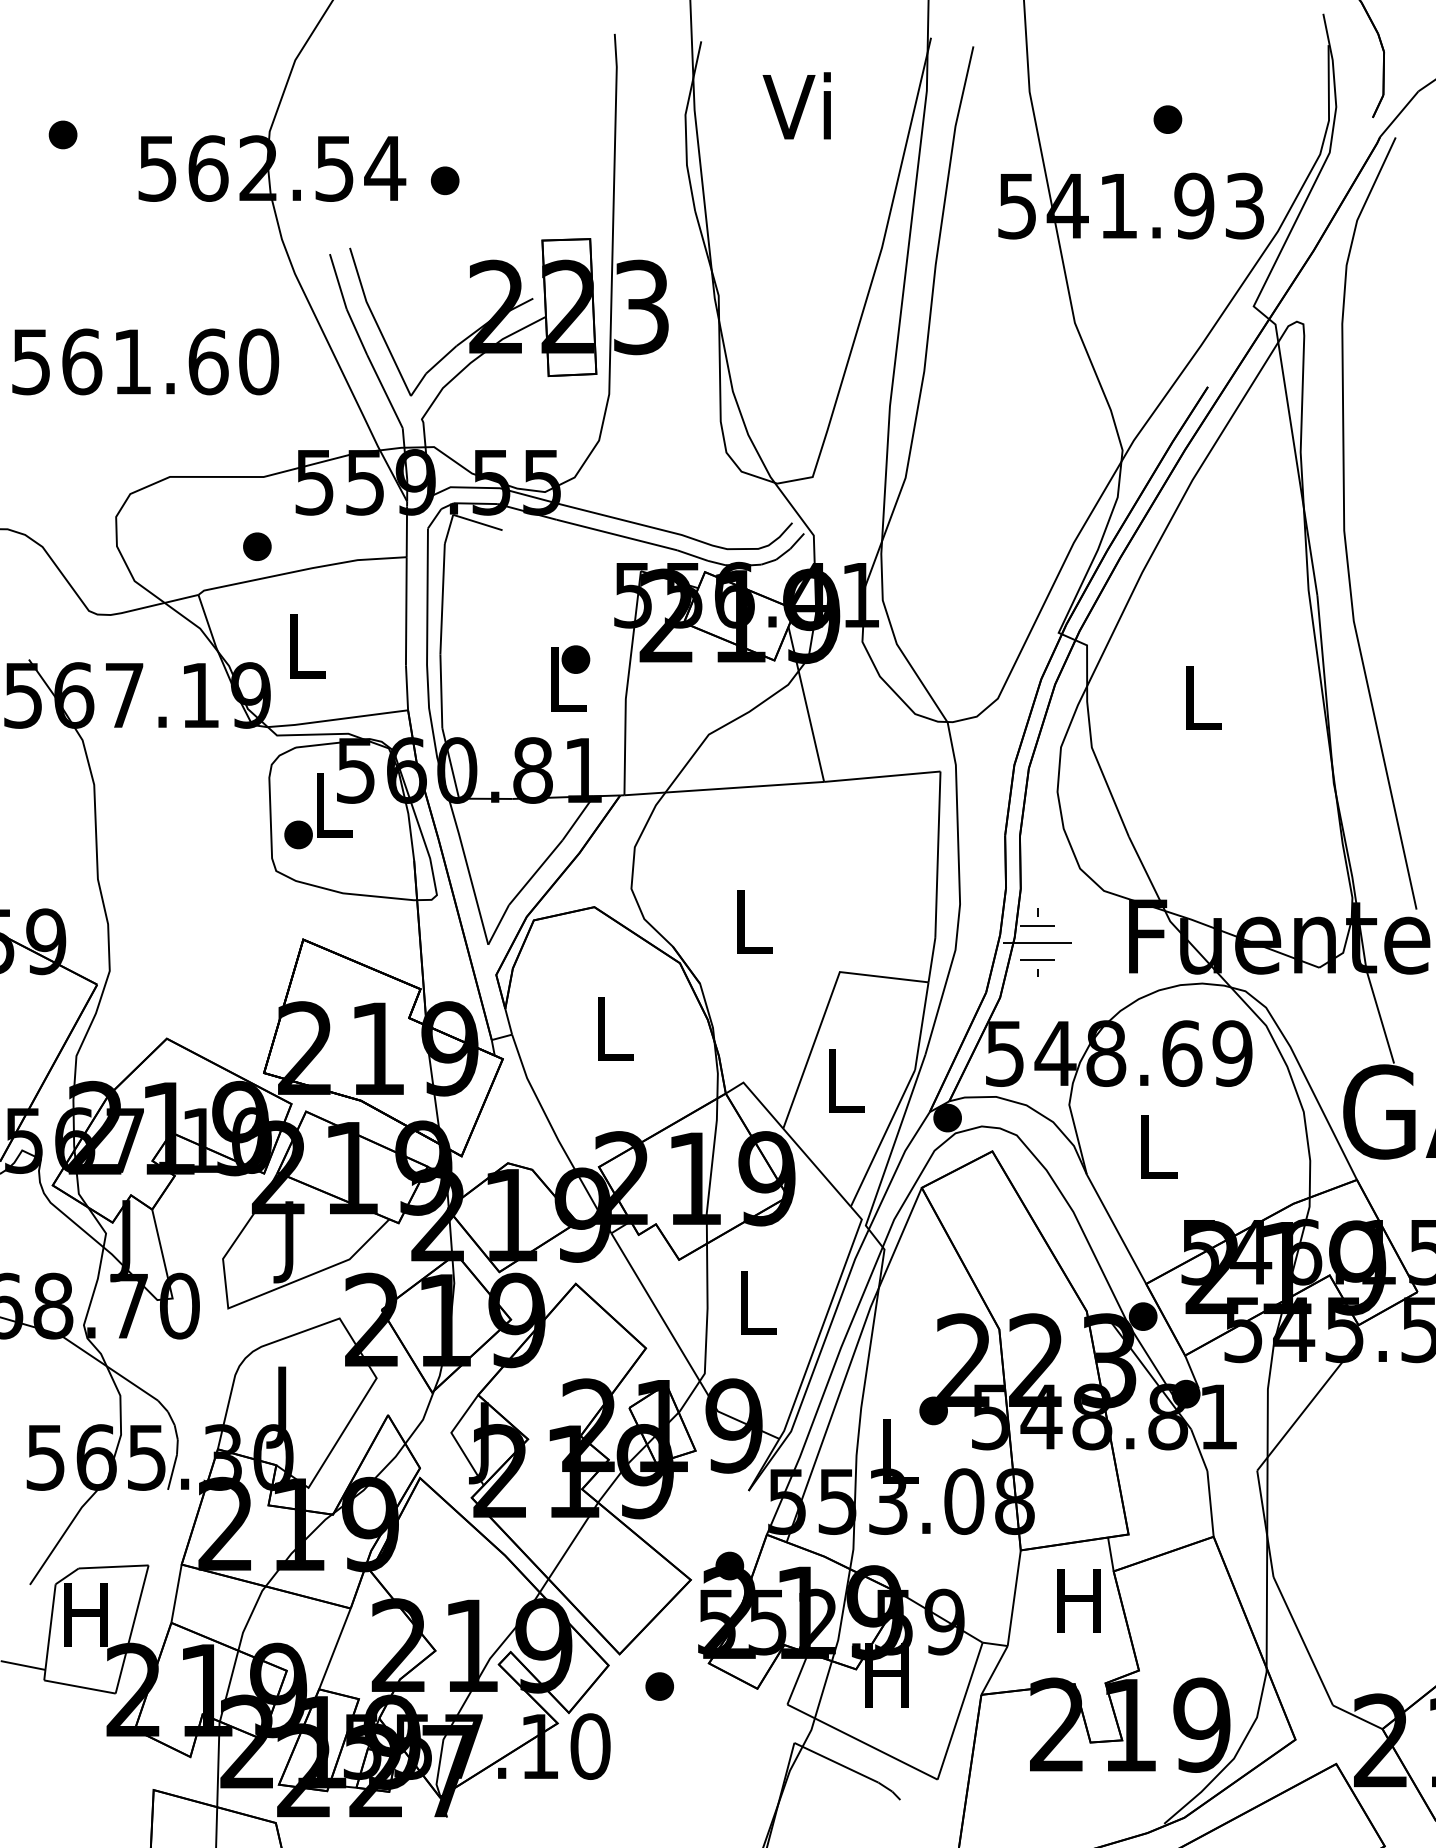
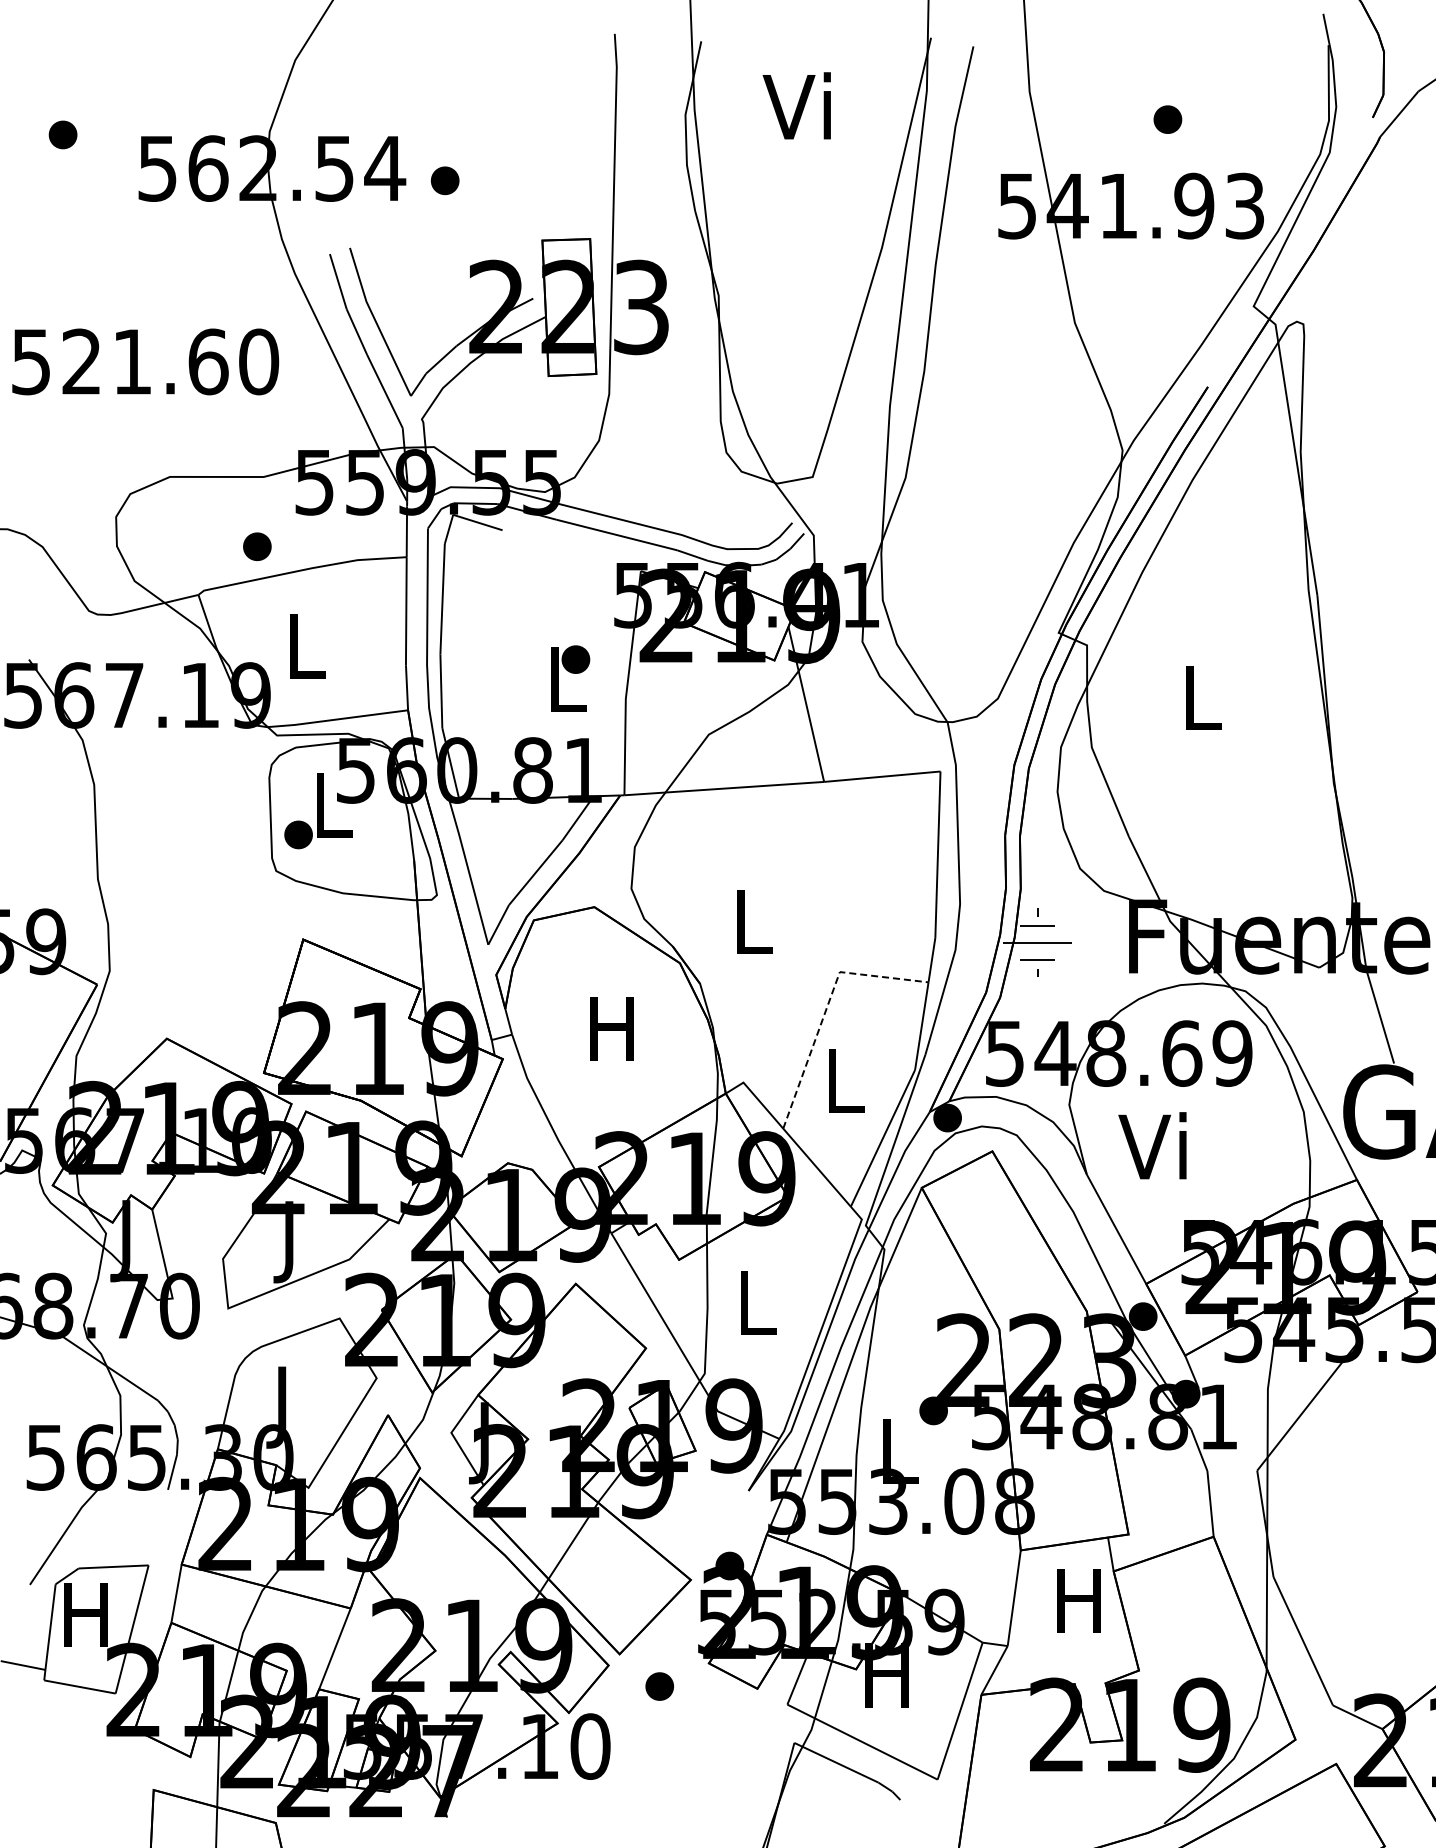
text at (82, 361): 561.60 -> 521.60
curve at (1345, 523): present -> none
line at (826, 1007): solid -> dashed
text at (611, 1028): L -> H
text at (1152, 1145): L -> Vi
